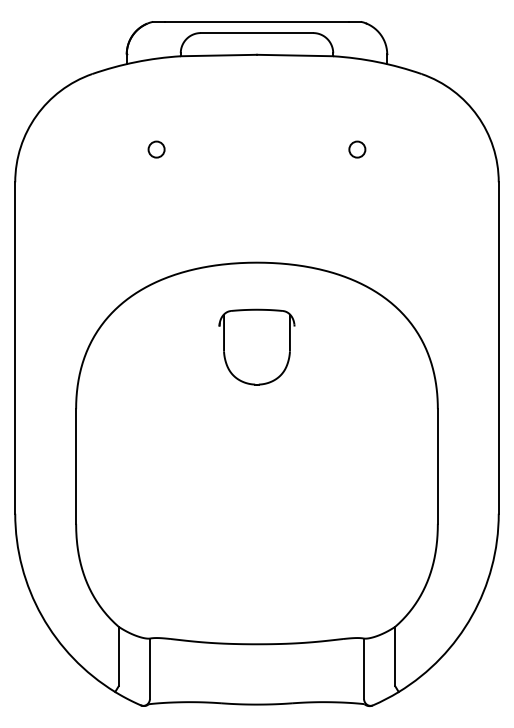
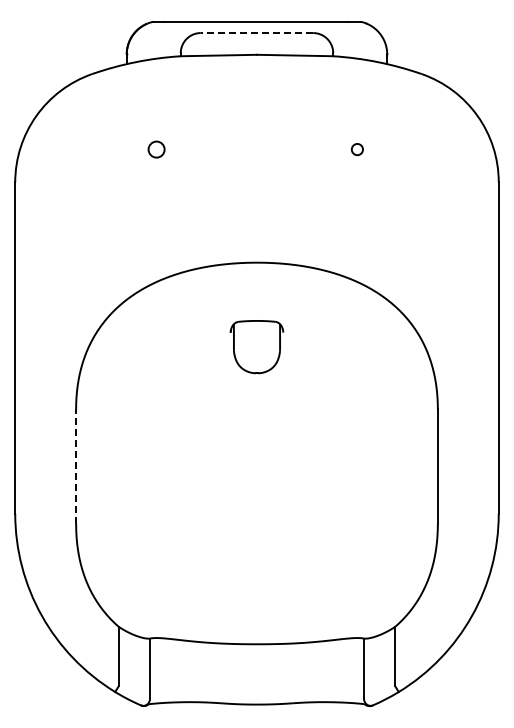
line at (256, 33): solid -> dashed
circle at (357, 149) size: 19x19 px -> 14x14 px
part at (256, 346) size: 78x78 px -> 56x55 px
line at (76, 466): solid -> dashed
